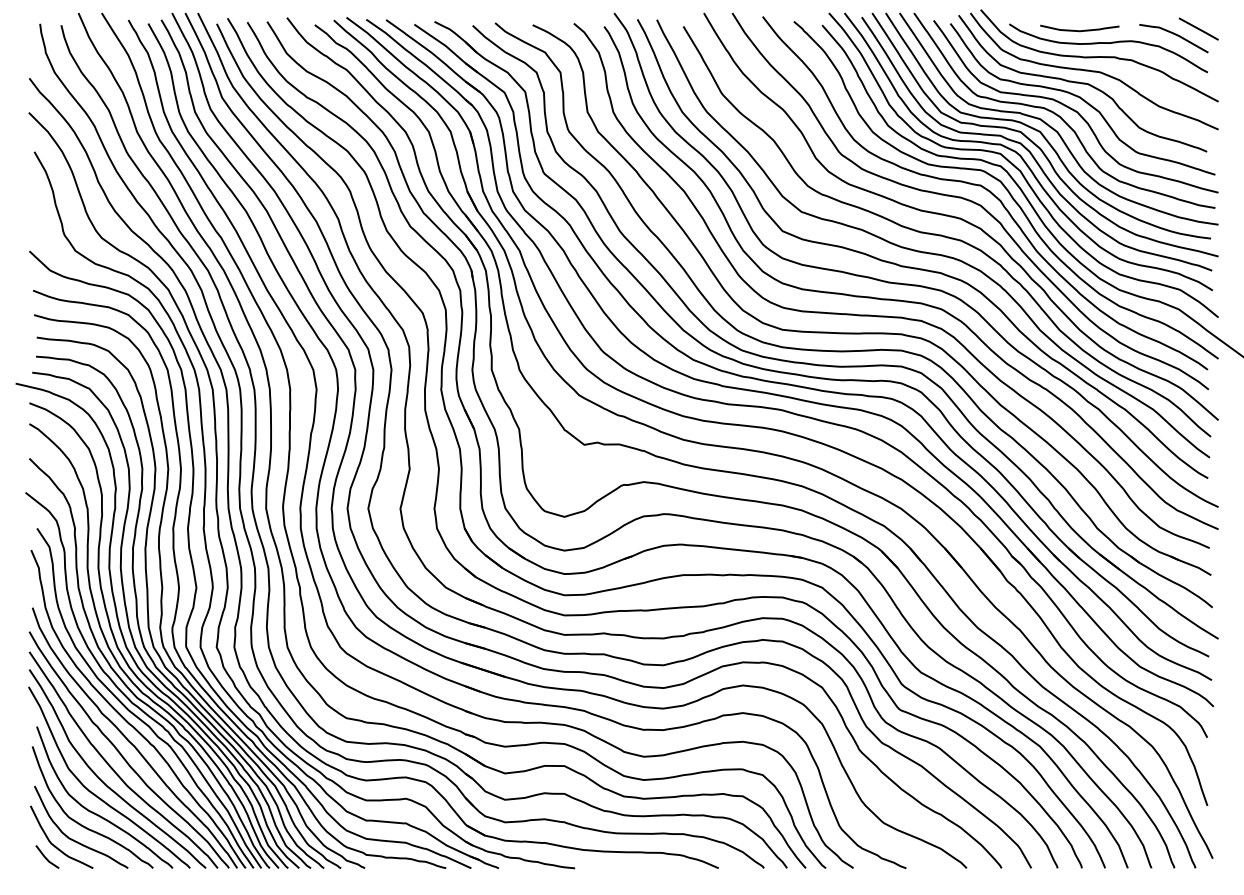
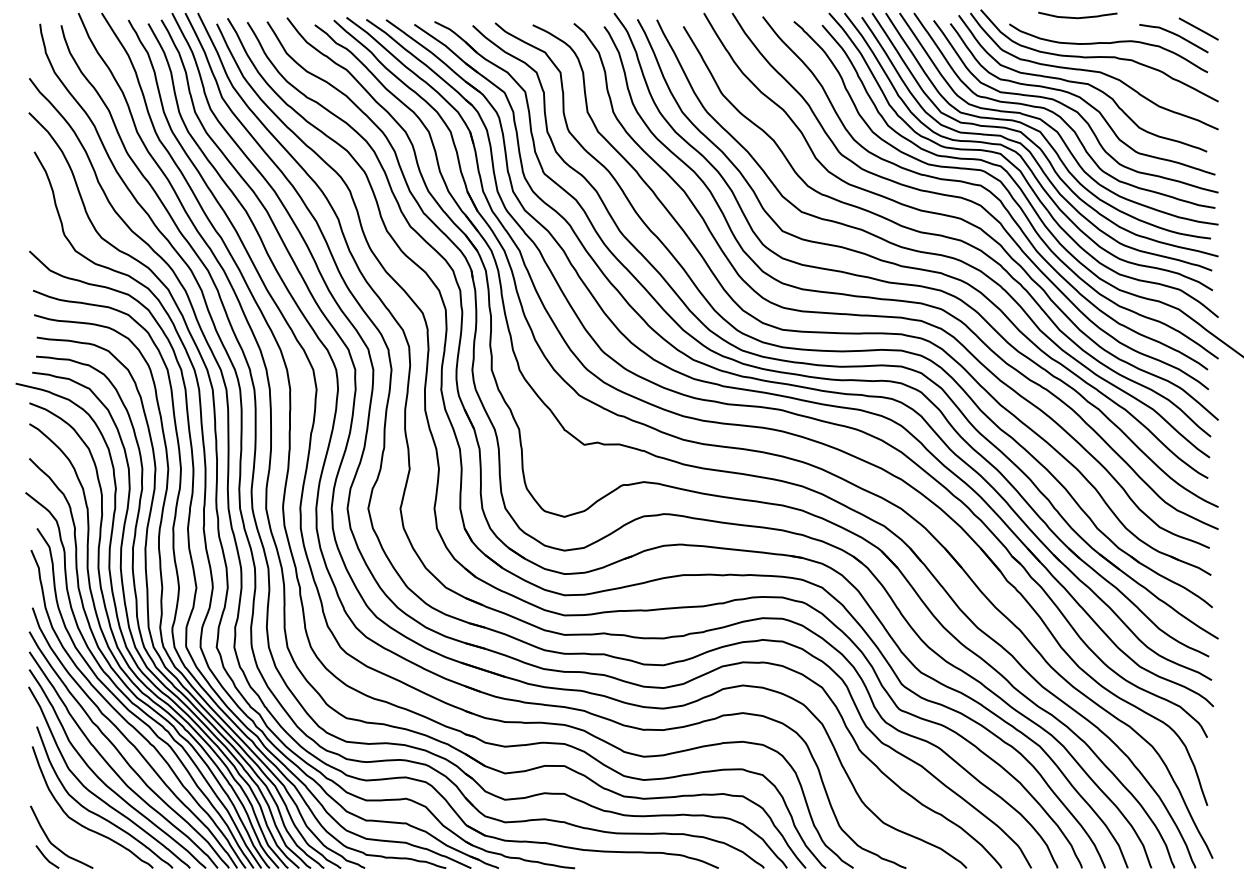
curve at (1079, 30) position: (1079, 30) -> (1077, 17)
curve at (75, 840): present -> none
